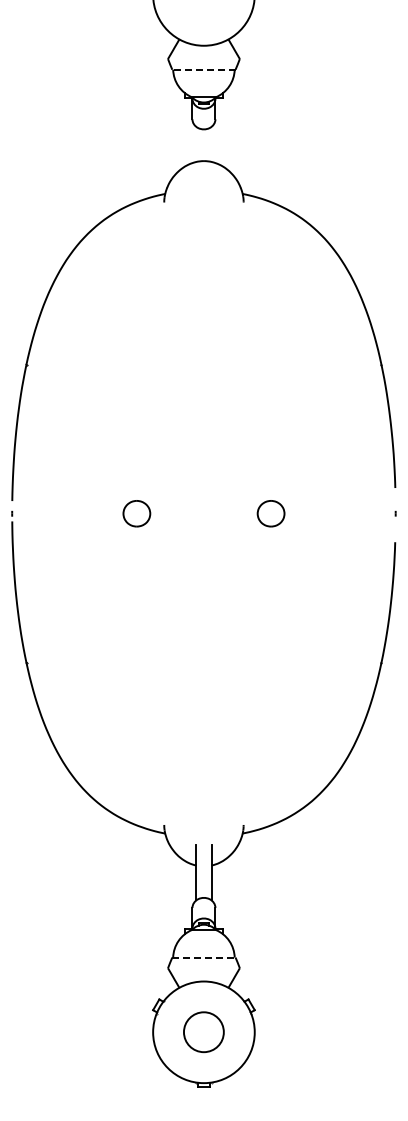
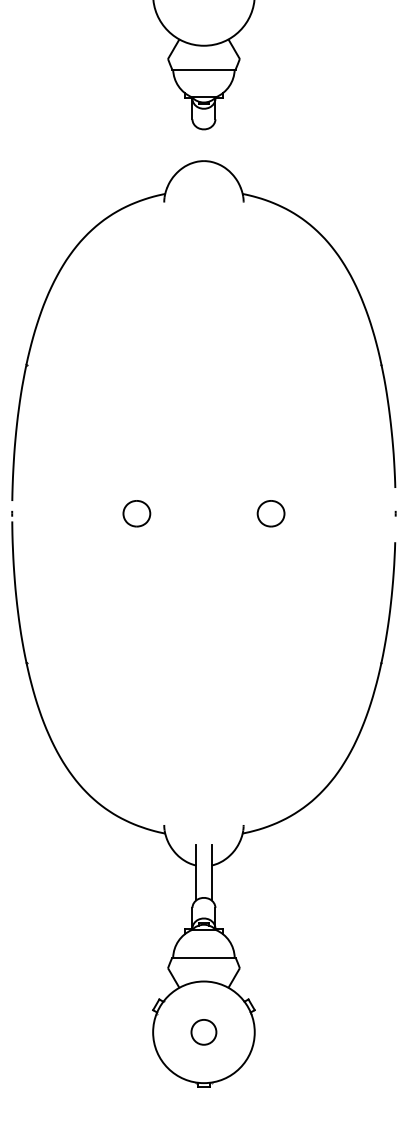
line at (203, 69): dashed -> solid
line at (203, 957): dashed -> solid
circle at (203, 1032) size: 42x43 px -> 28x27 px
